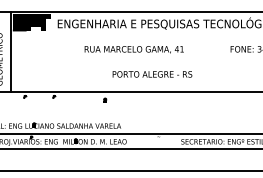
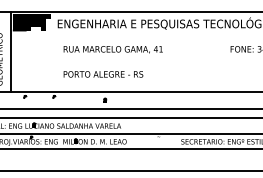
text at (133, 49) position: (133, 49) -> (112, 49)
text at (152, 74) position: (152, 74) -> (103, 74)
line at (130, 108): none -> present
line at (130, 117): none -> present
